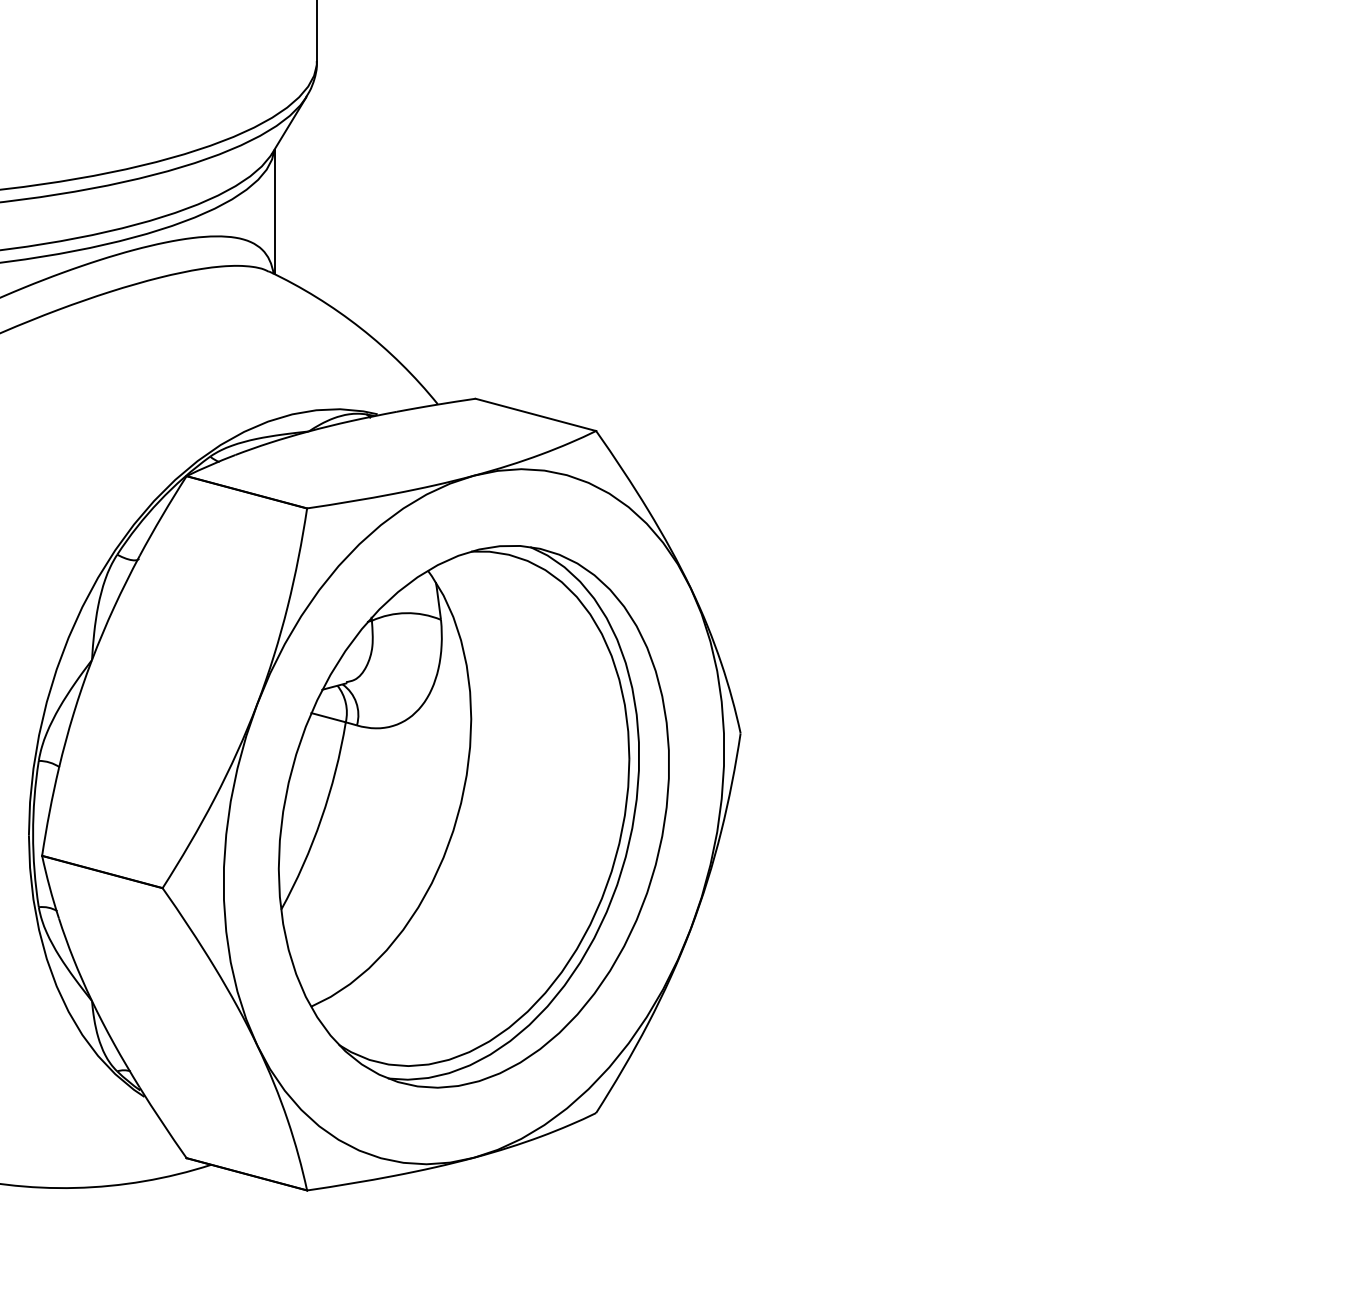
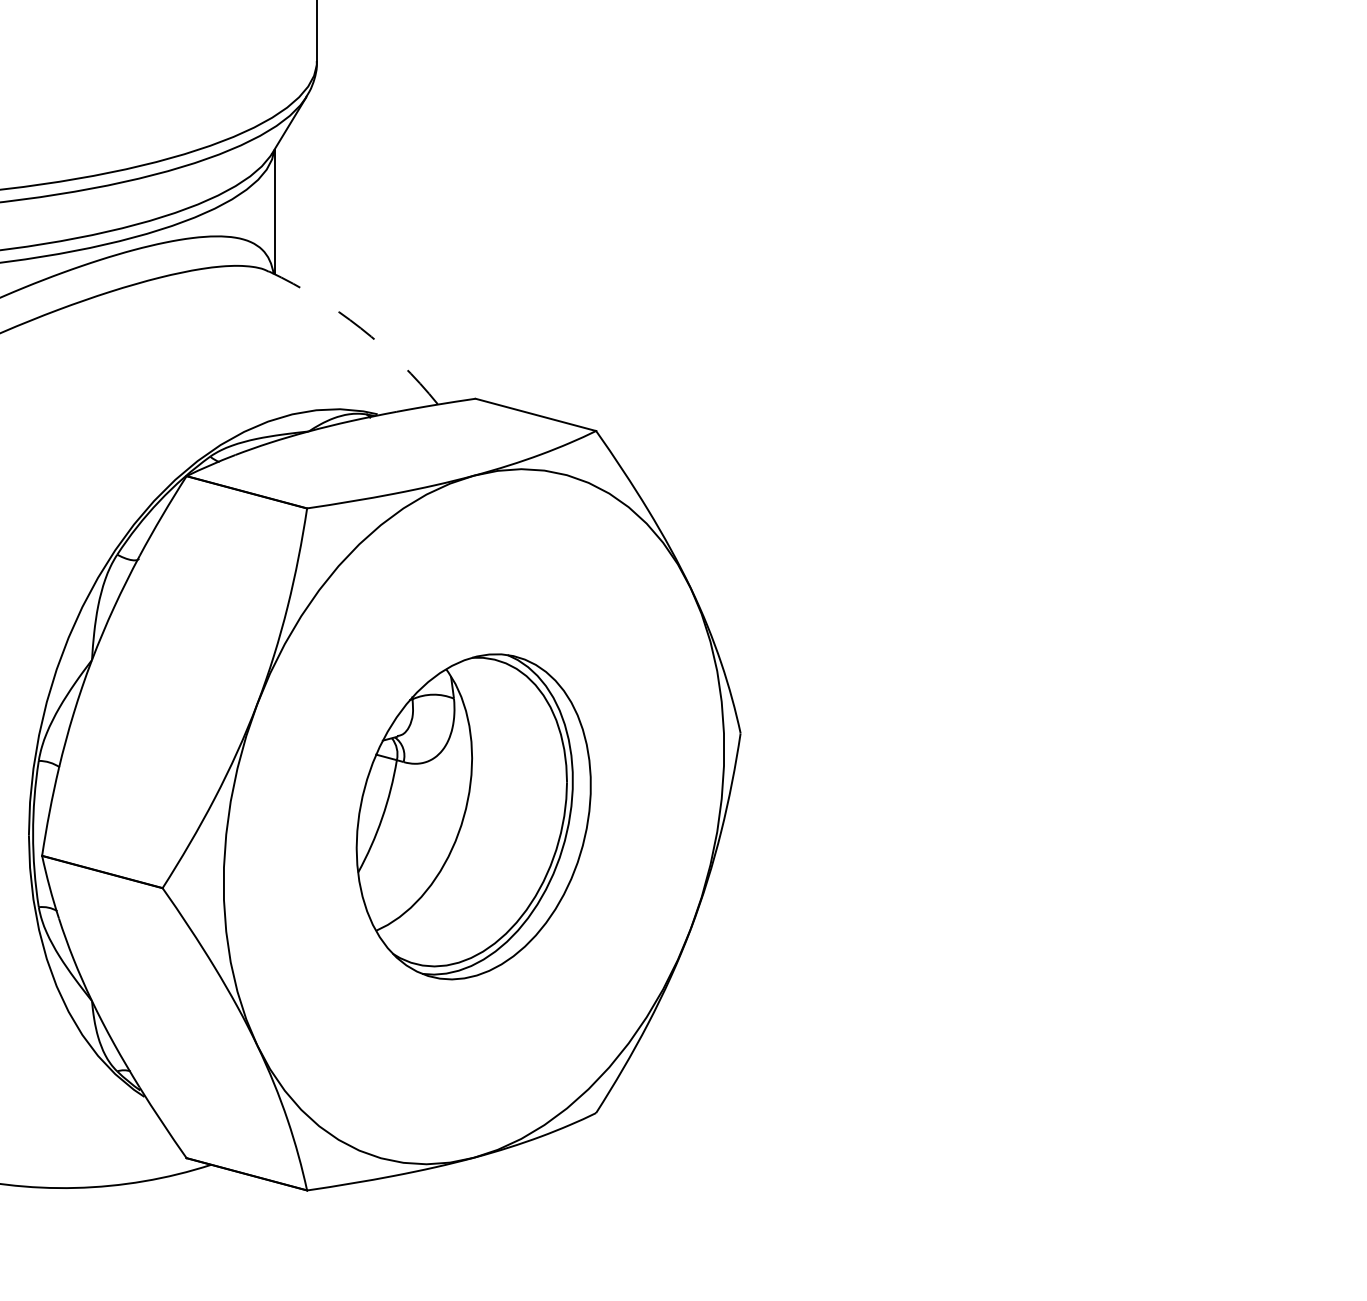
arc at (360, 328): solid -> dashed
part at (473, 816) size: 393x544 px -> 237x328 px
